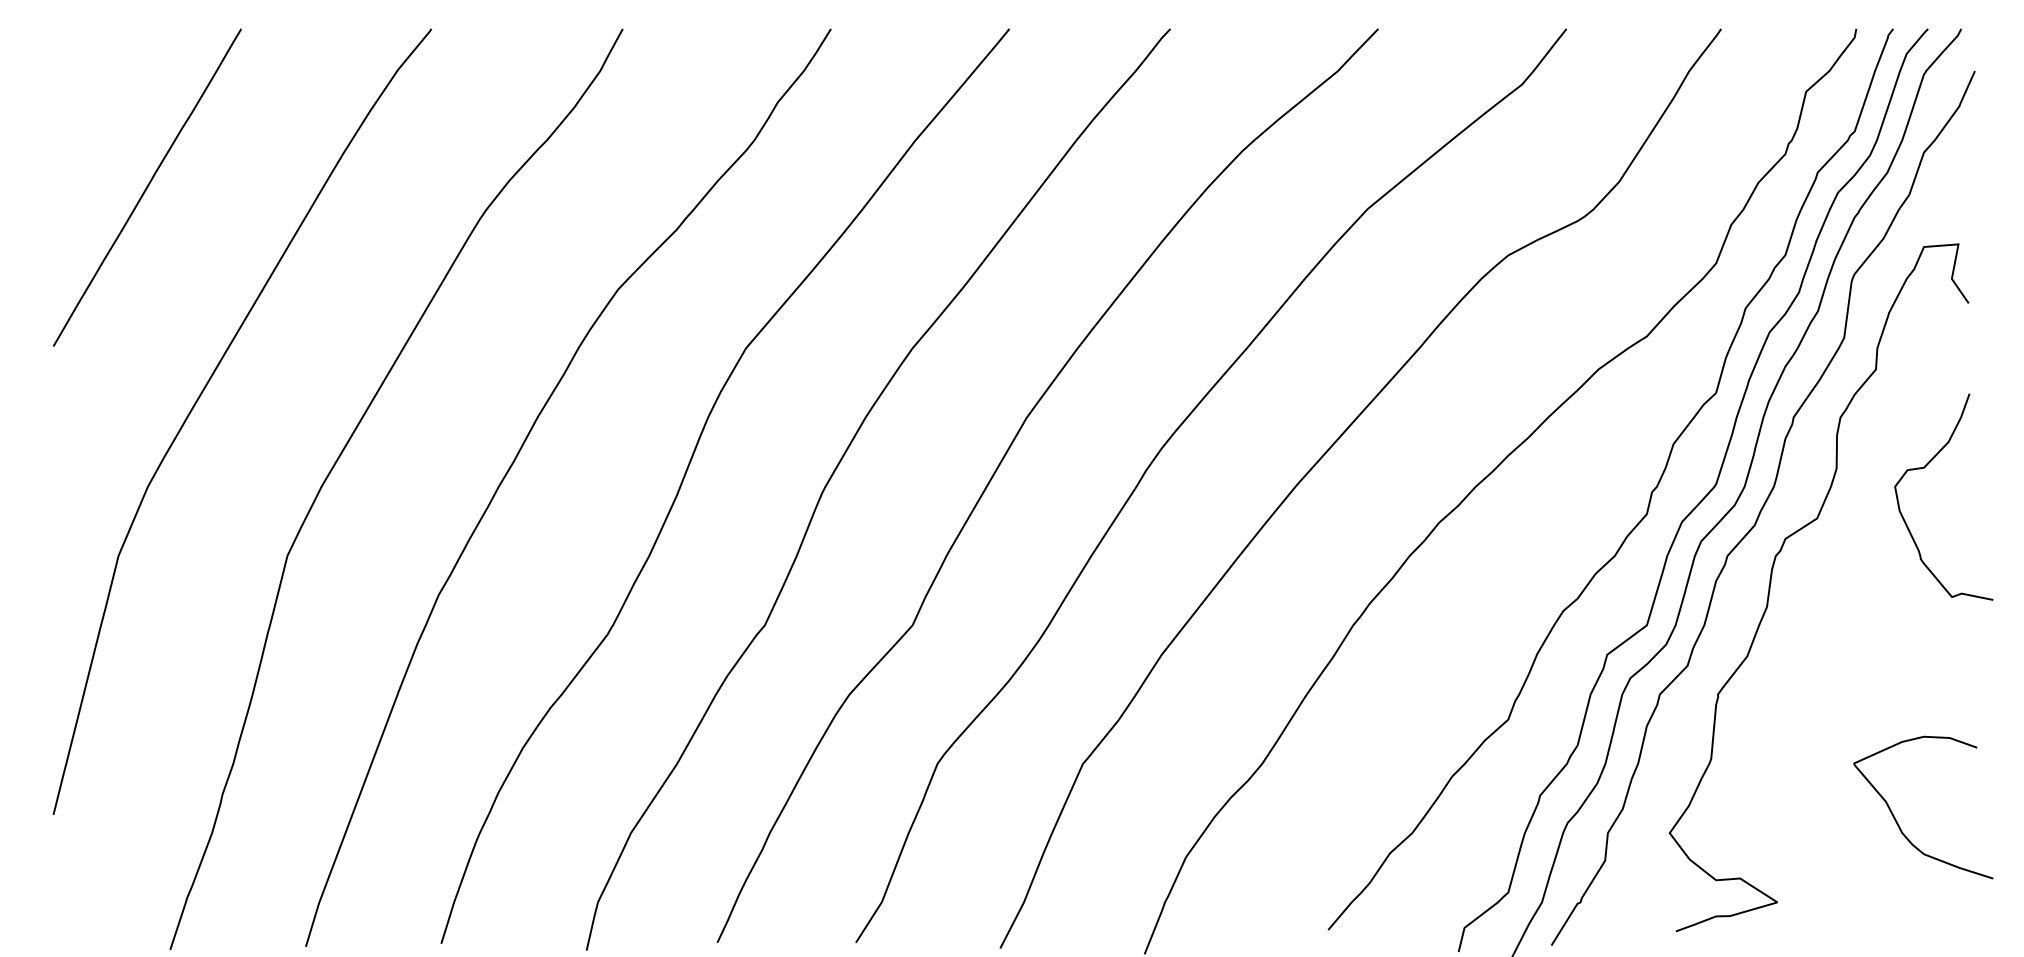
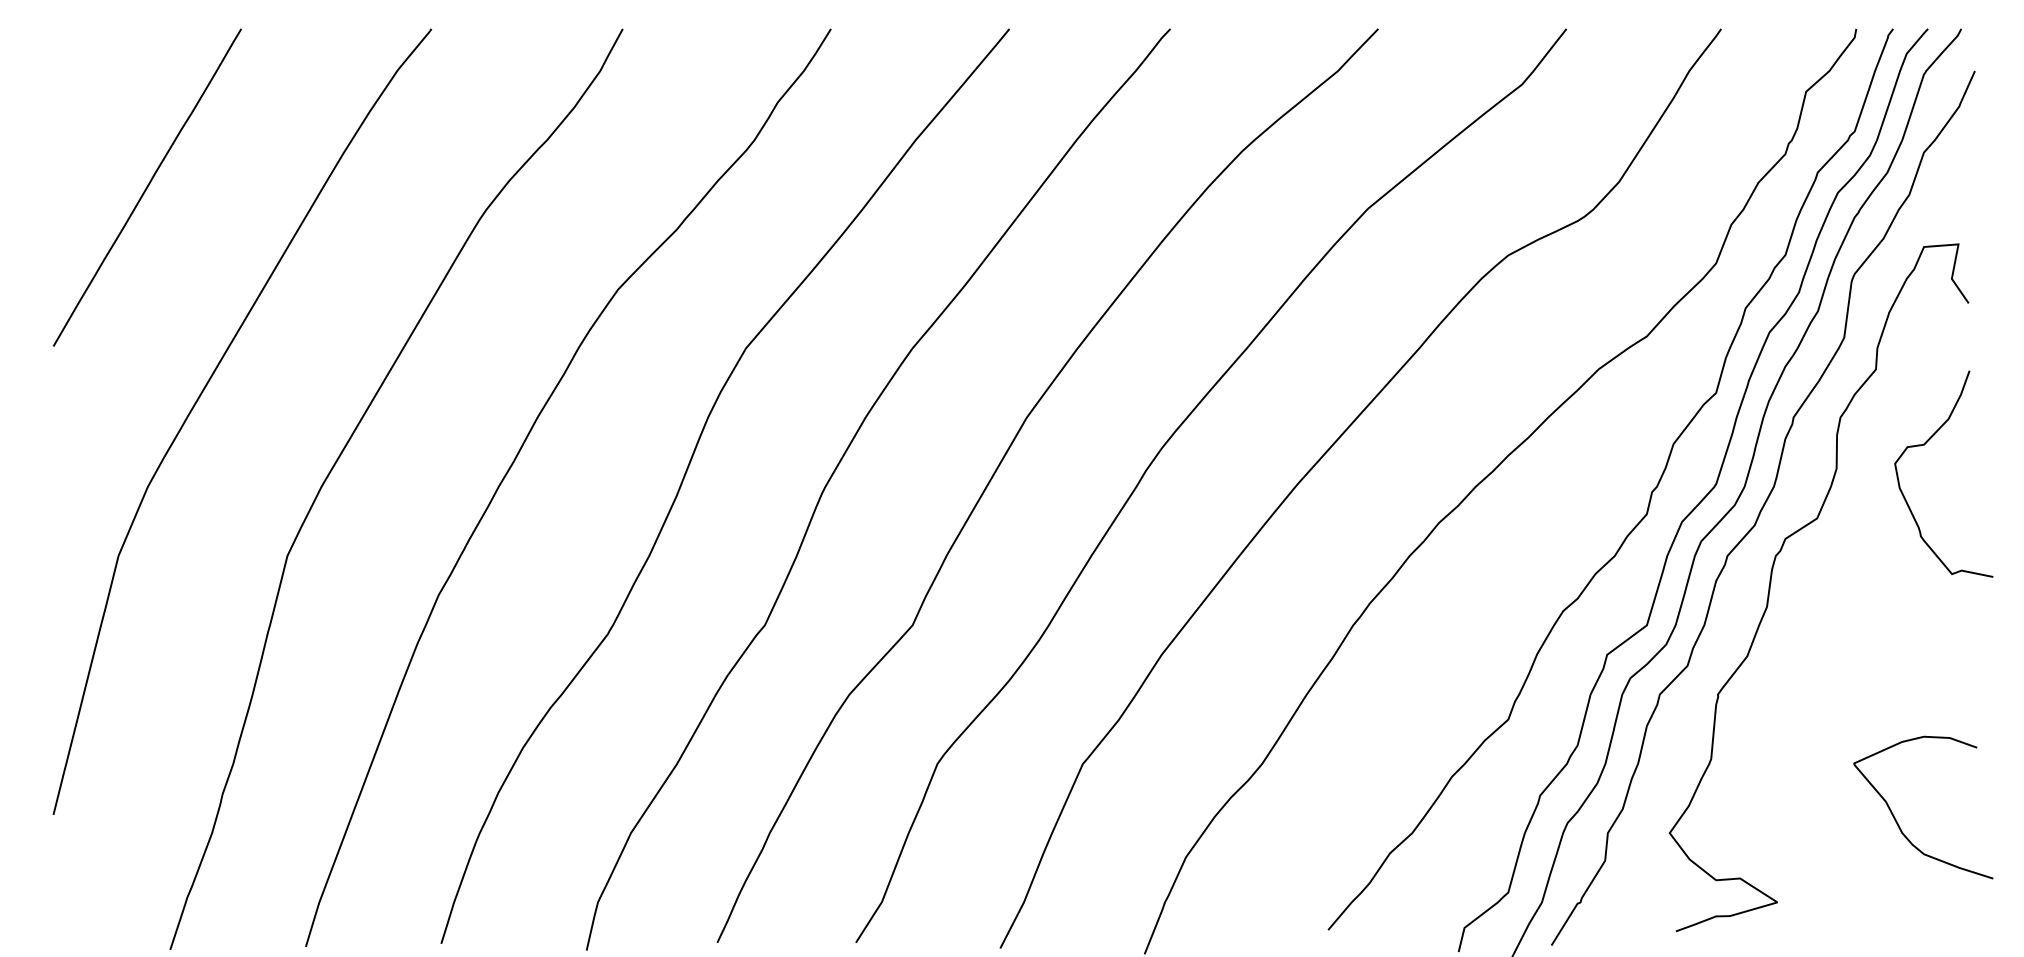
curve at (1924, 468) position: (1924, 468) -> (1924, 445)
